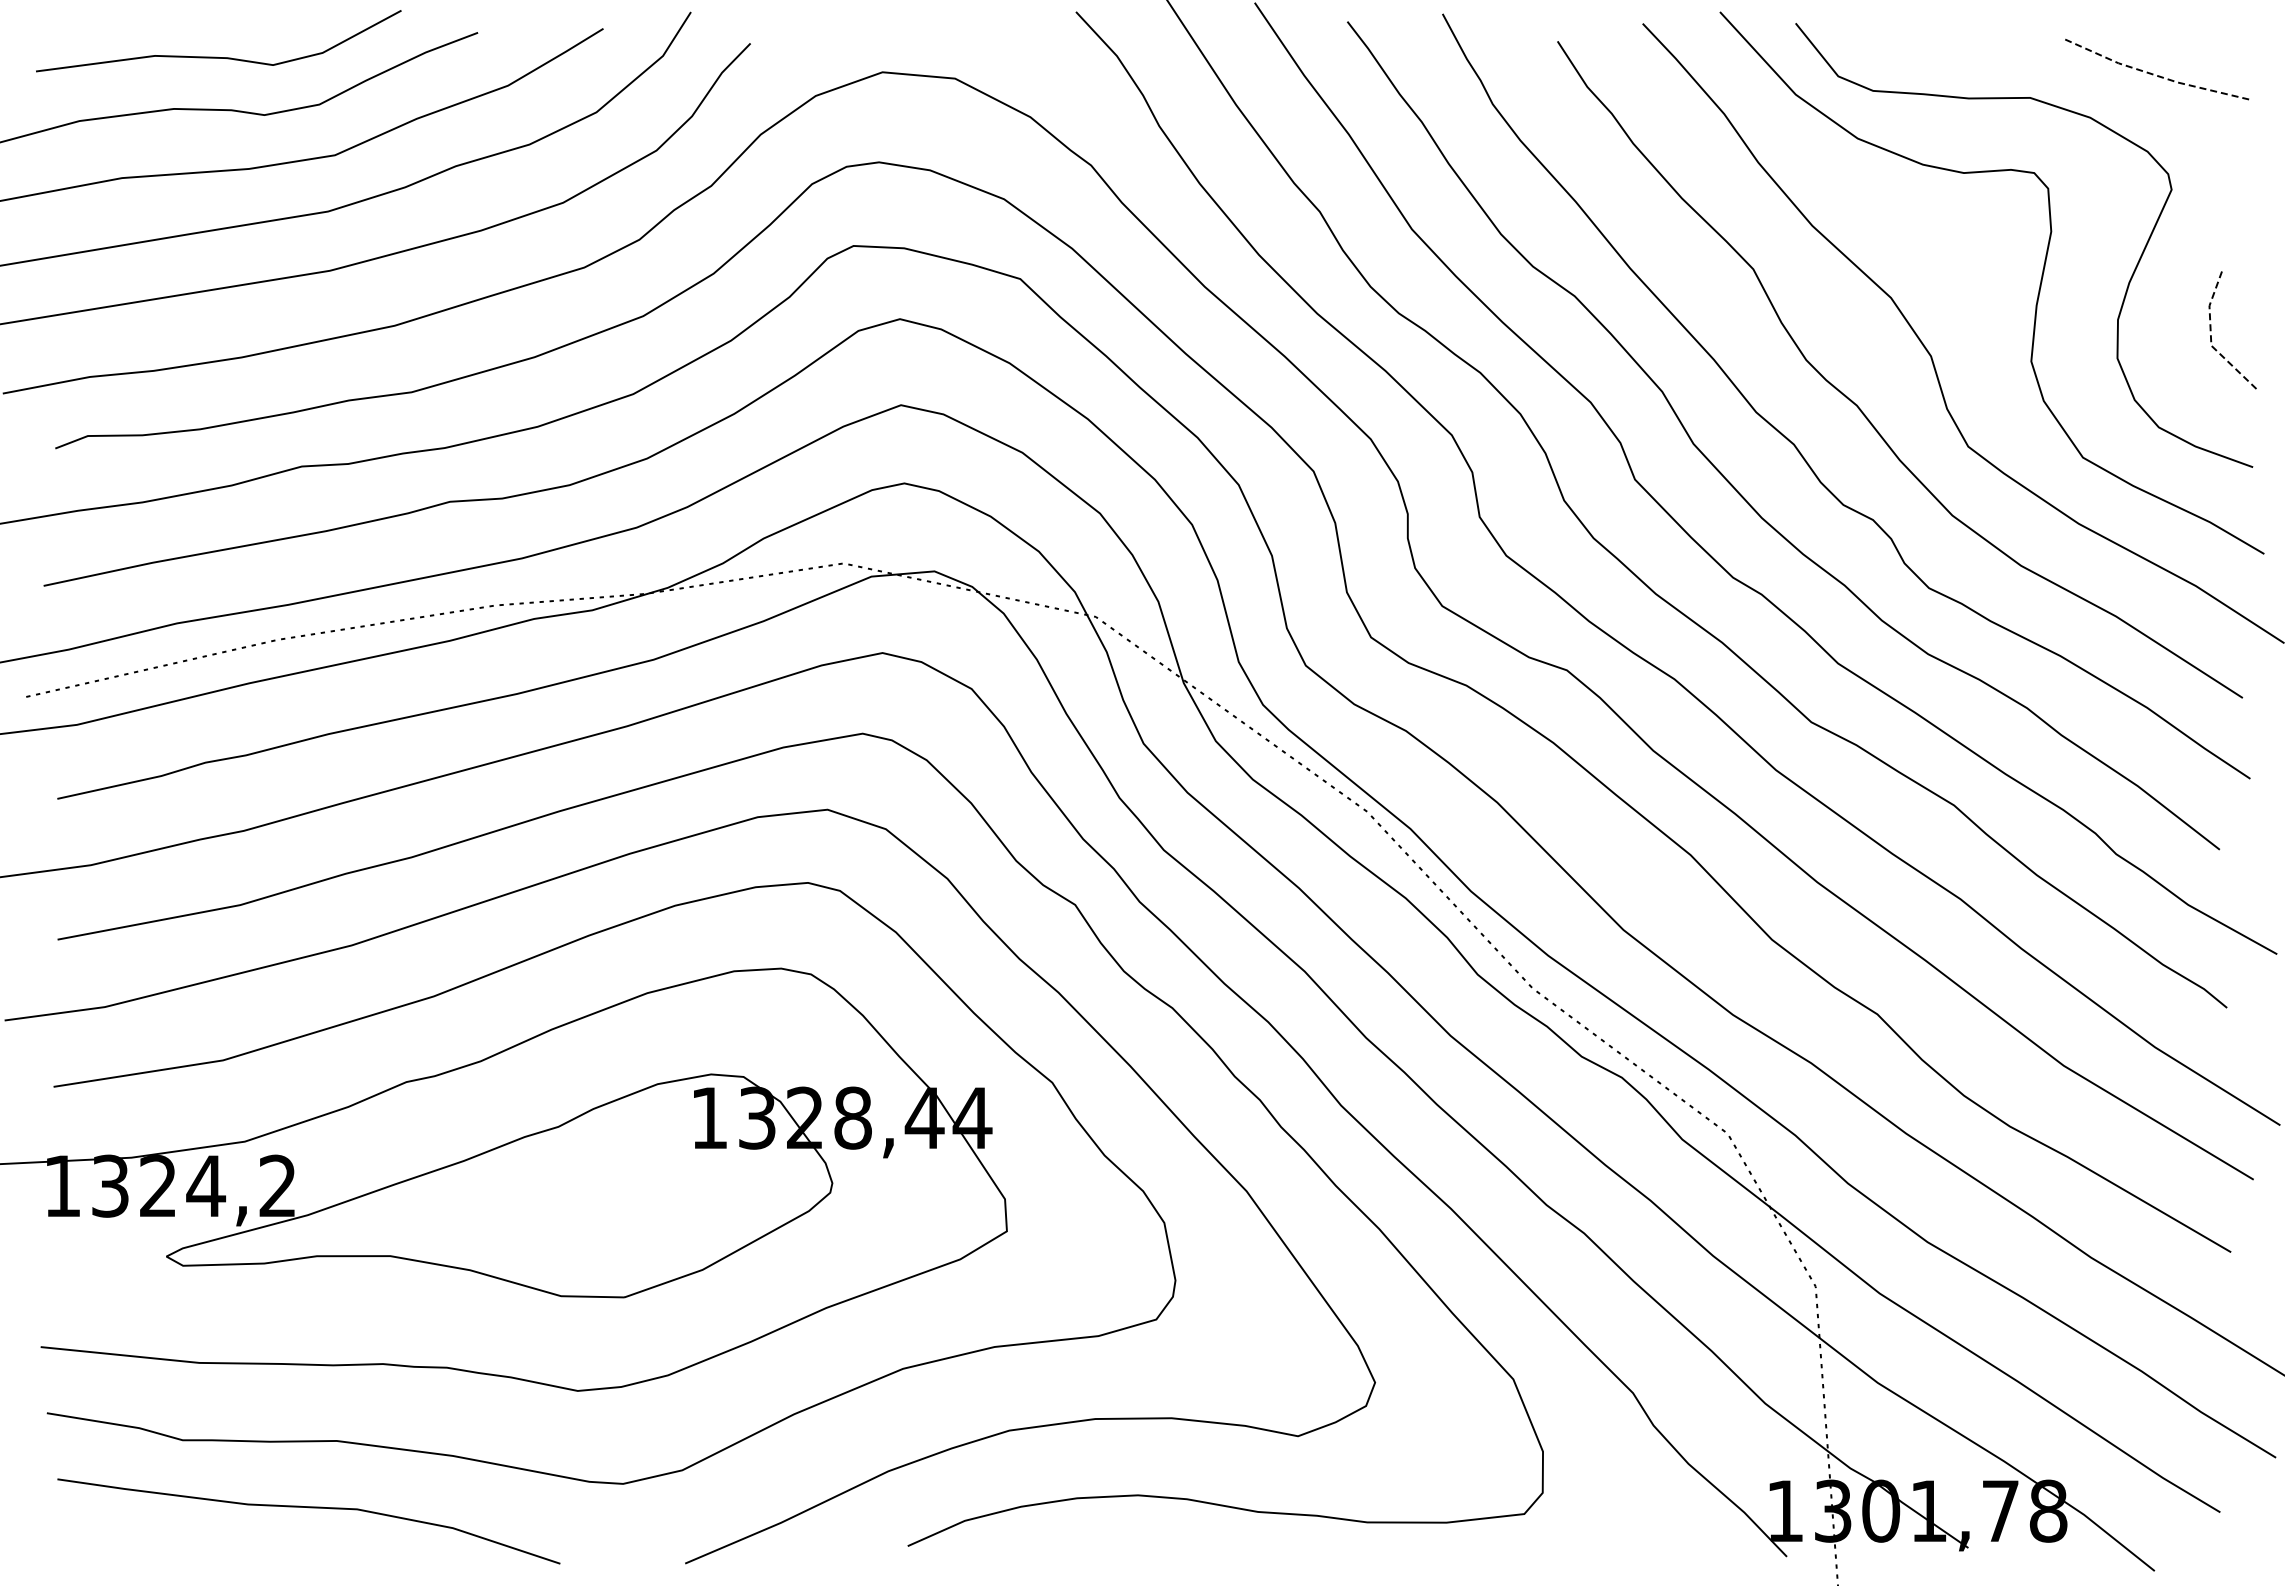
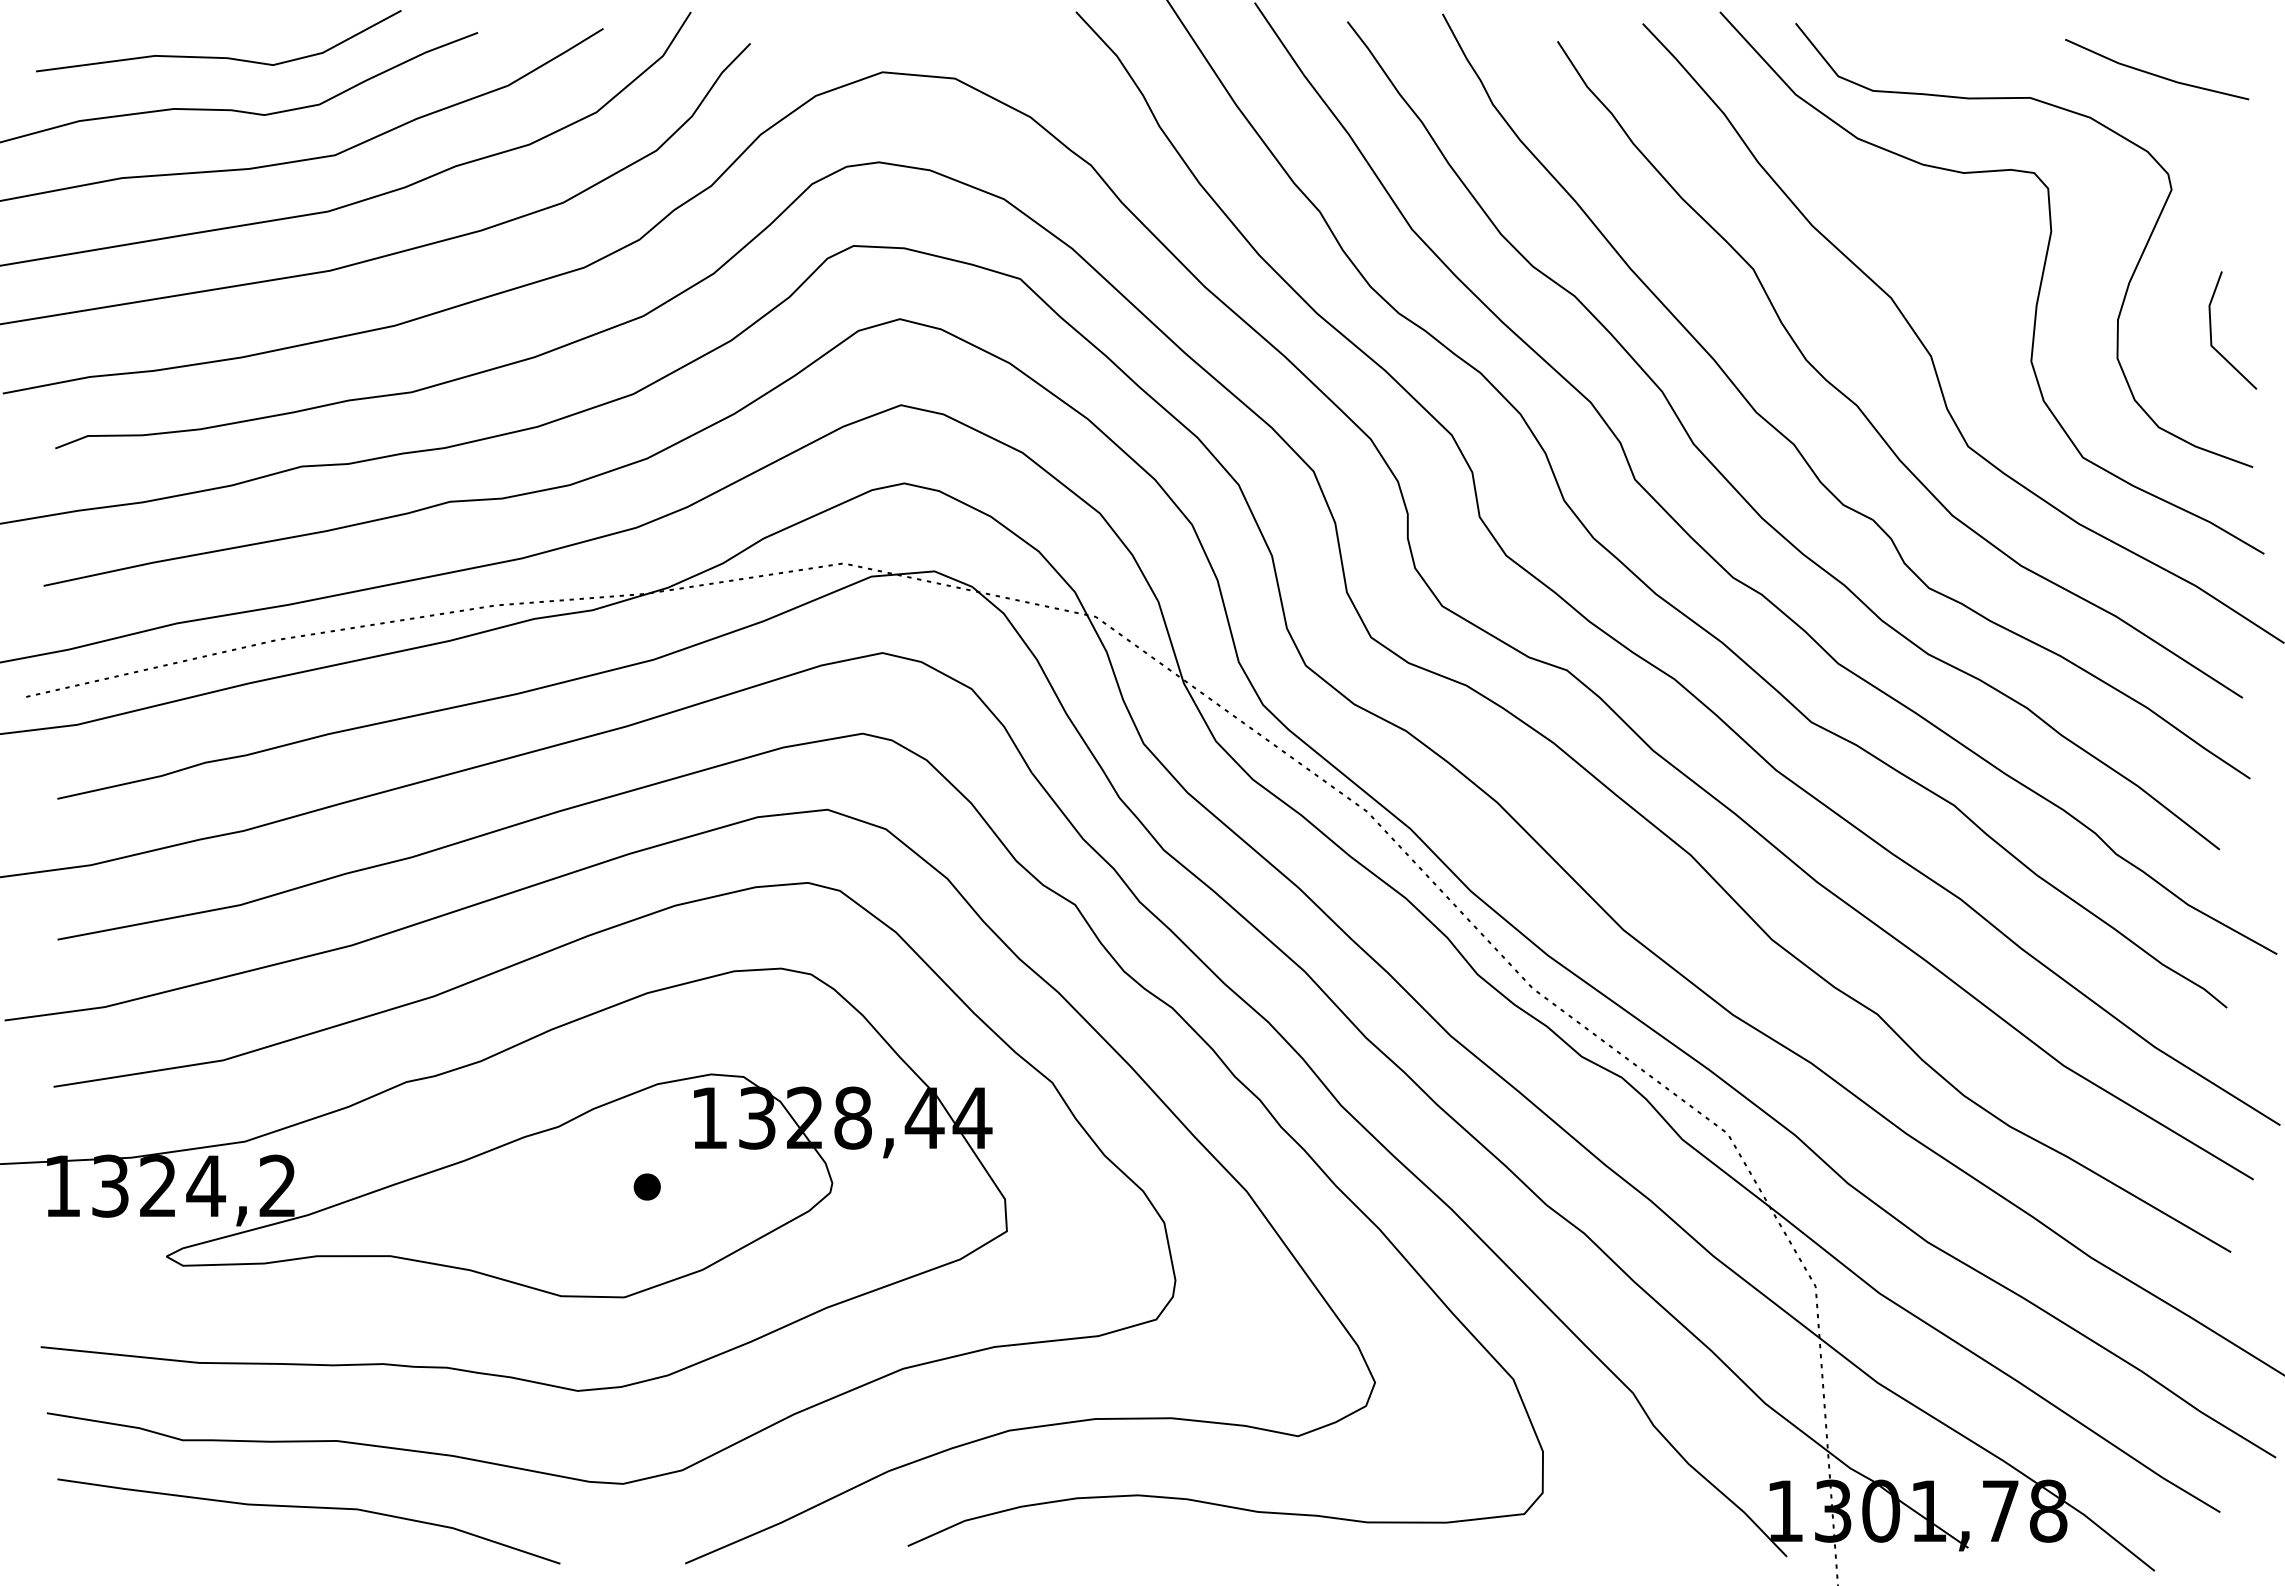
line at (2155, 75): dashed -> solid
line at (2211, 339): dashed -> solid
part at (646, 1186): none -> present
